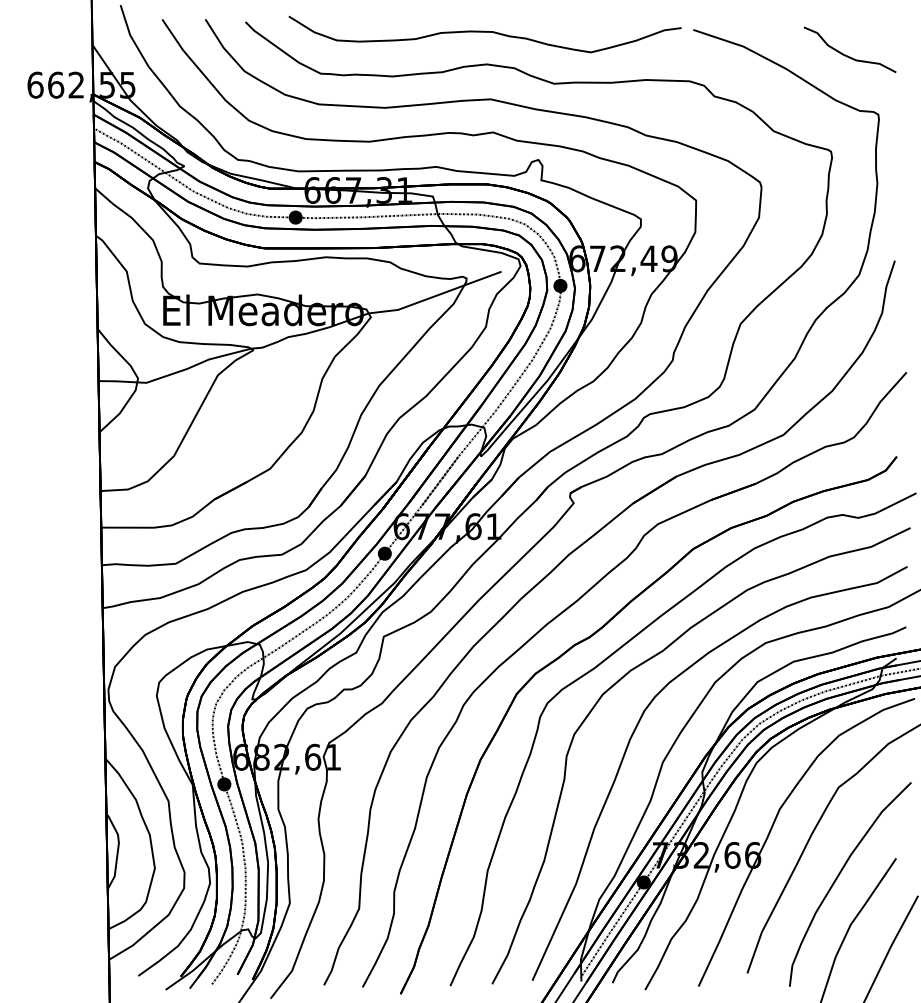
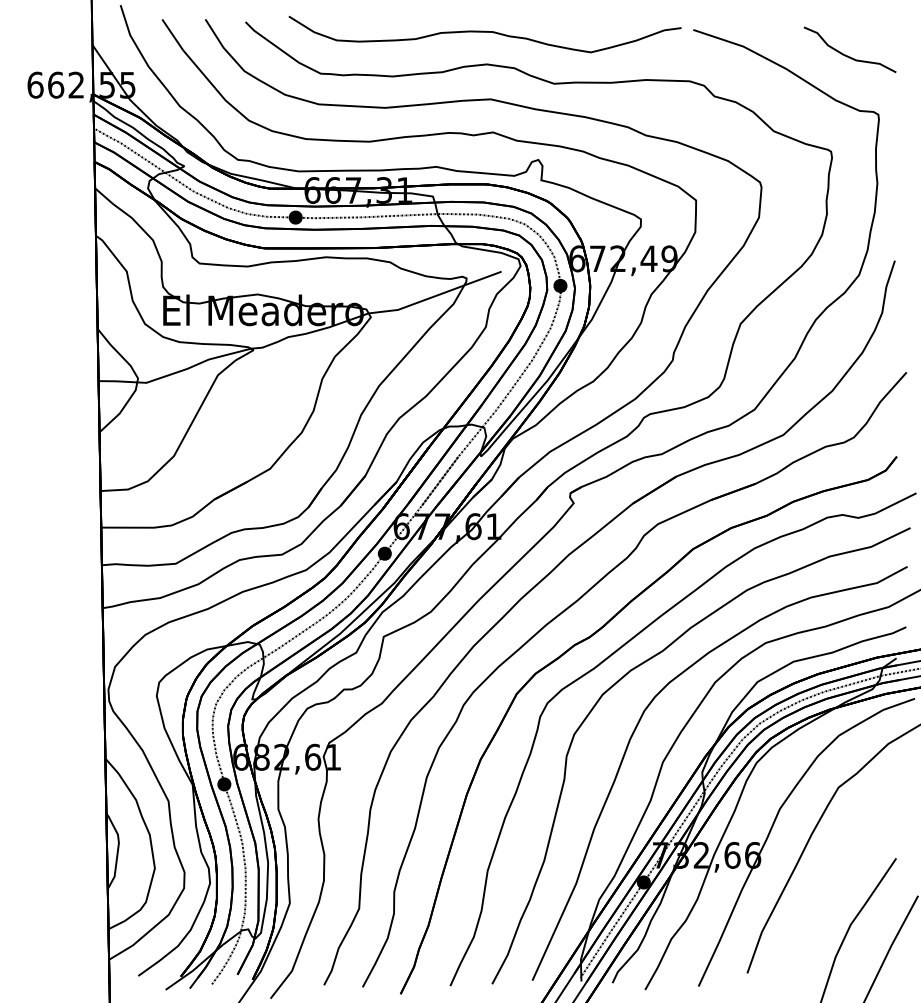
part at (838, 877): present -> none
